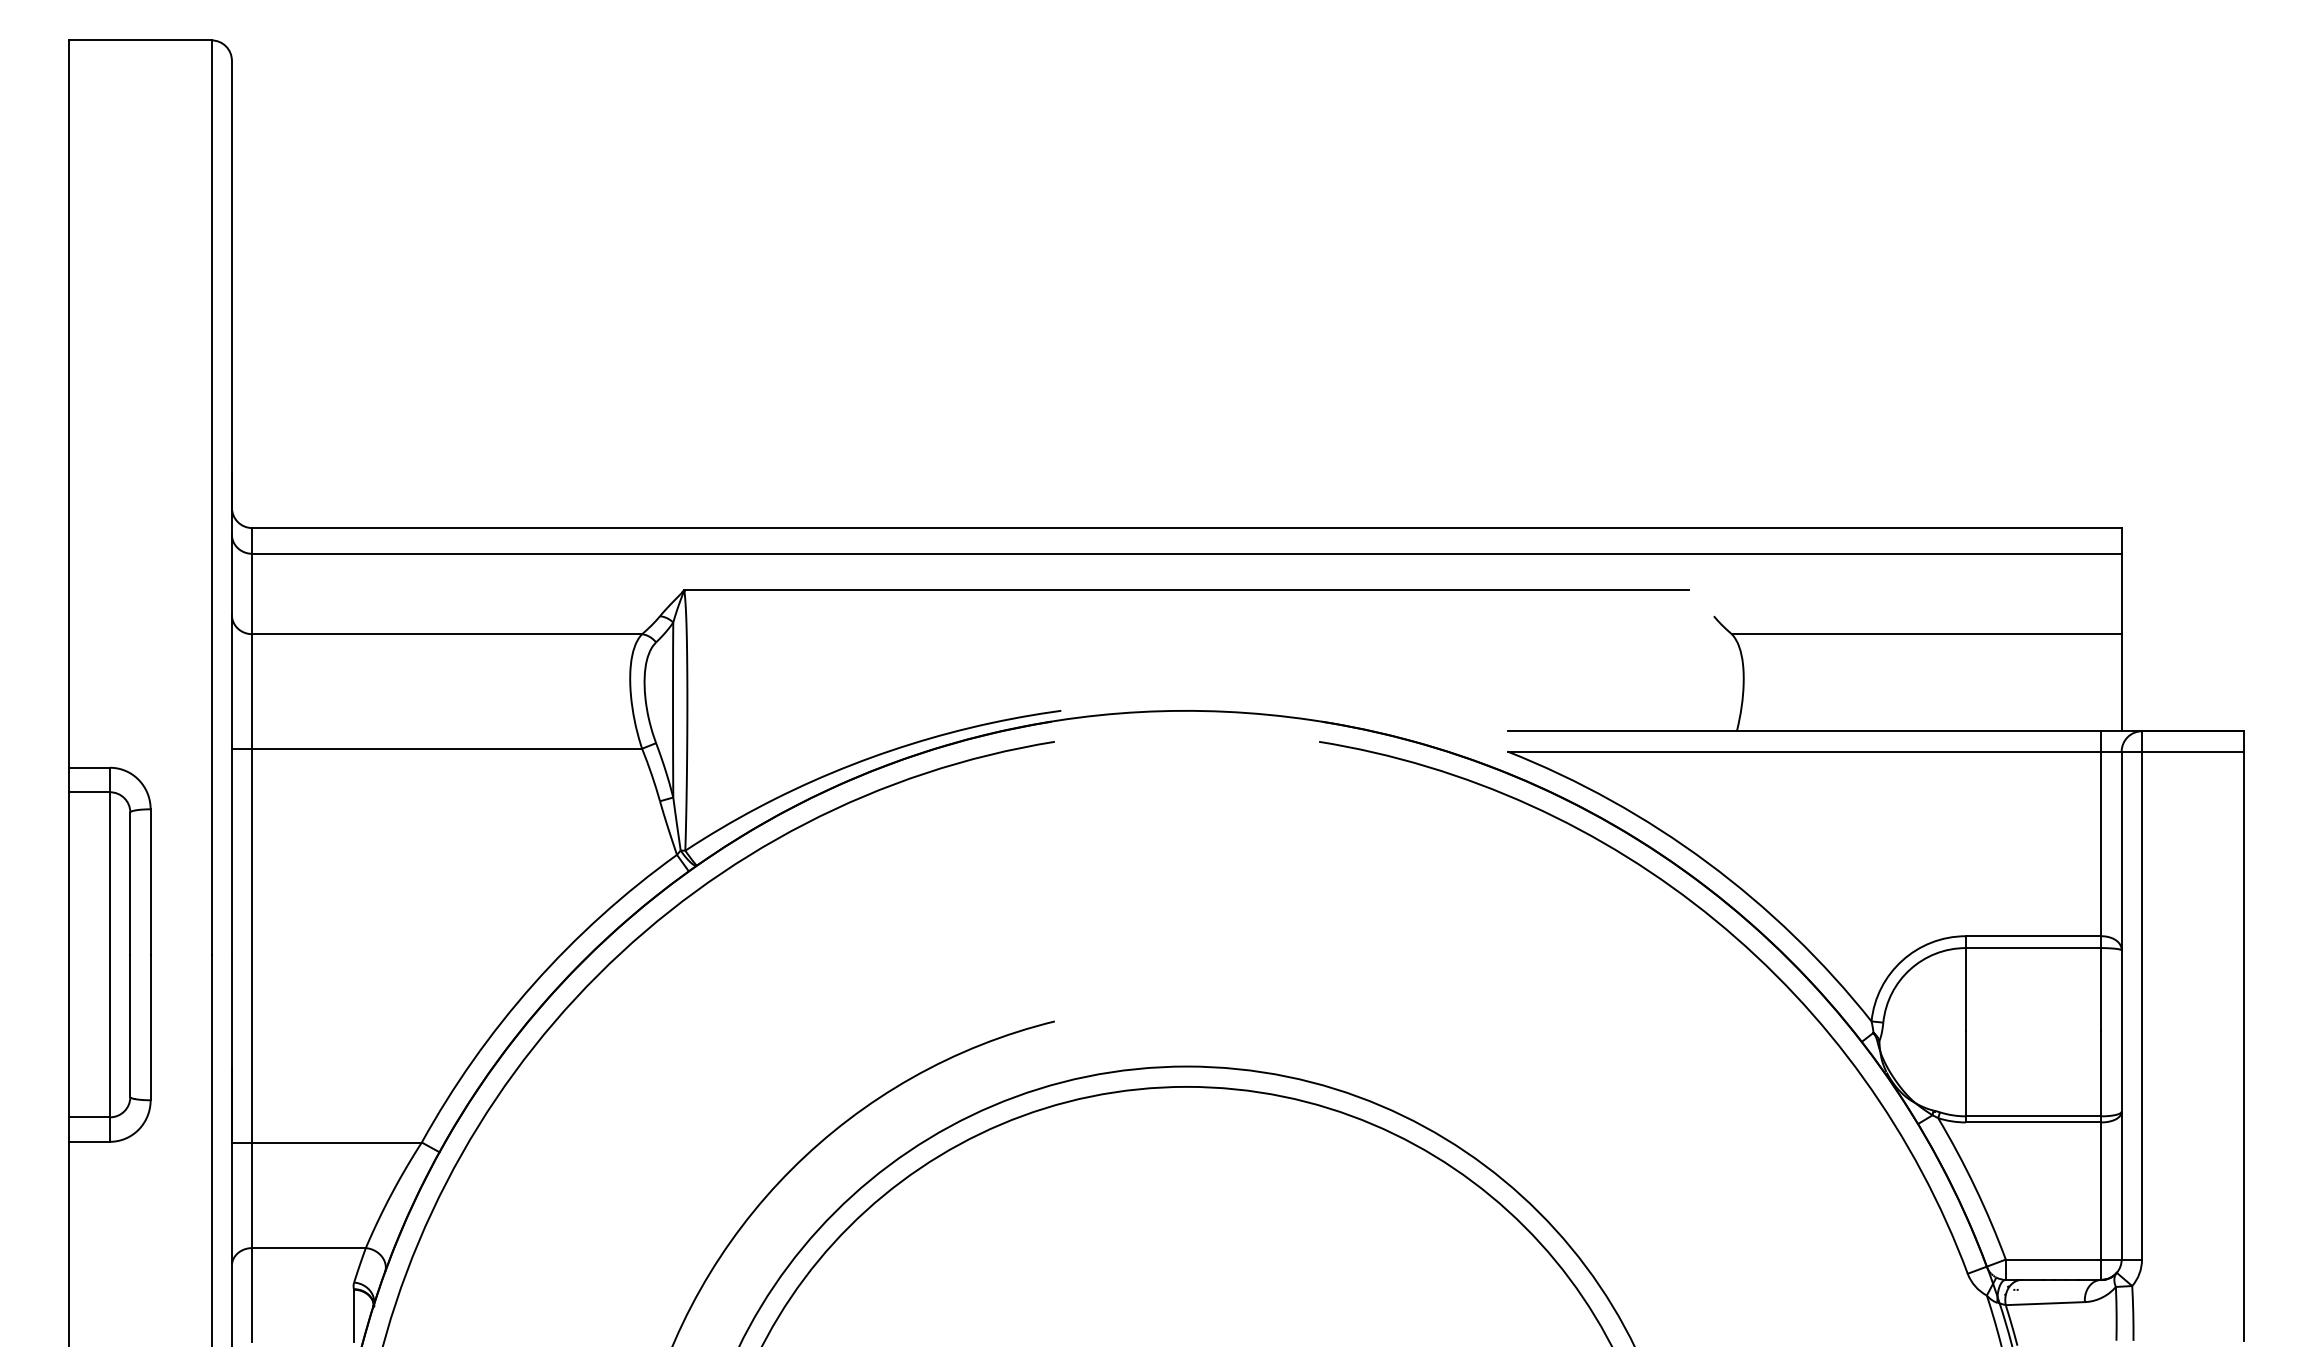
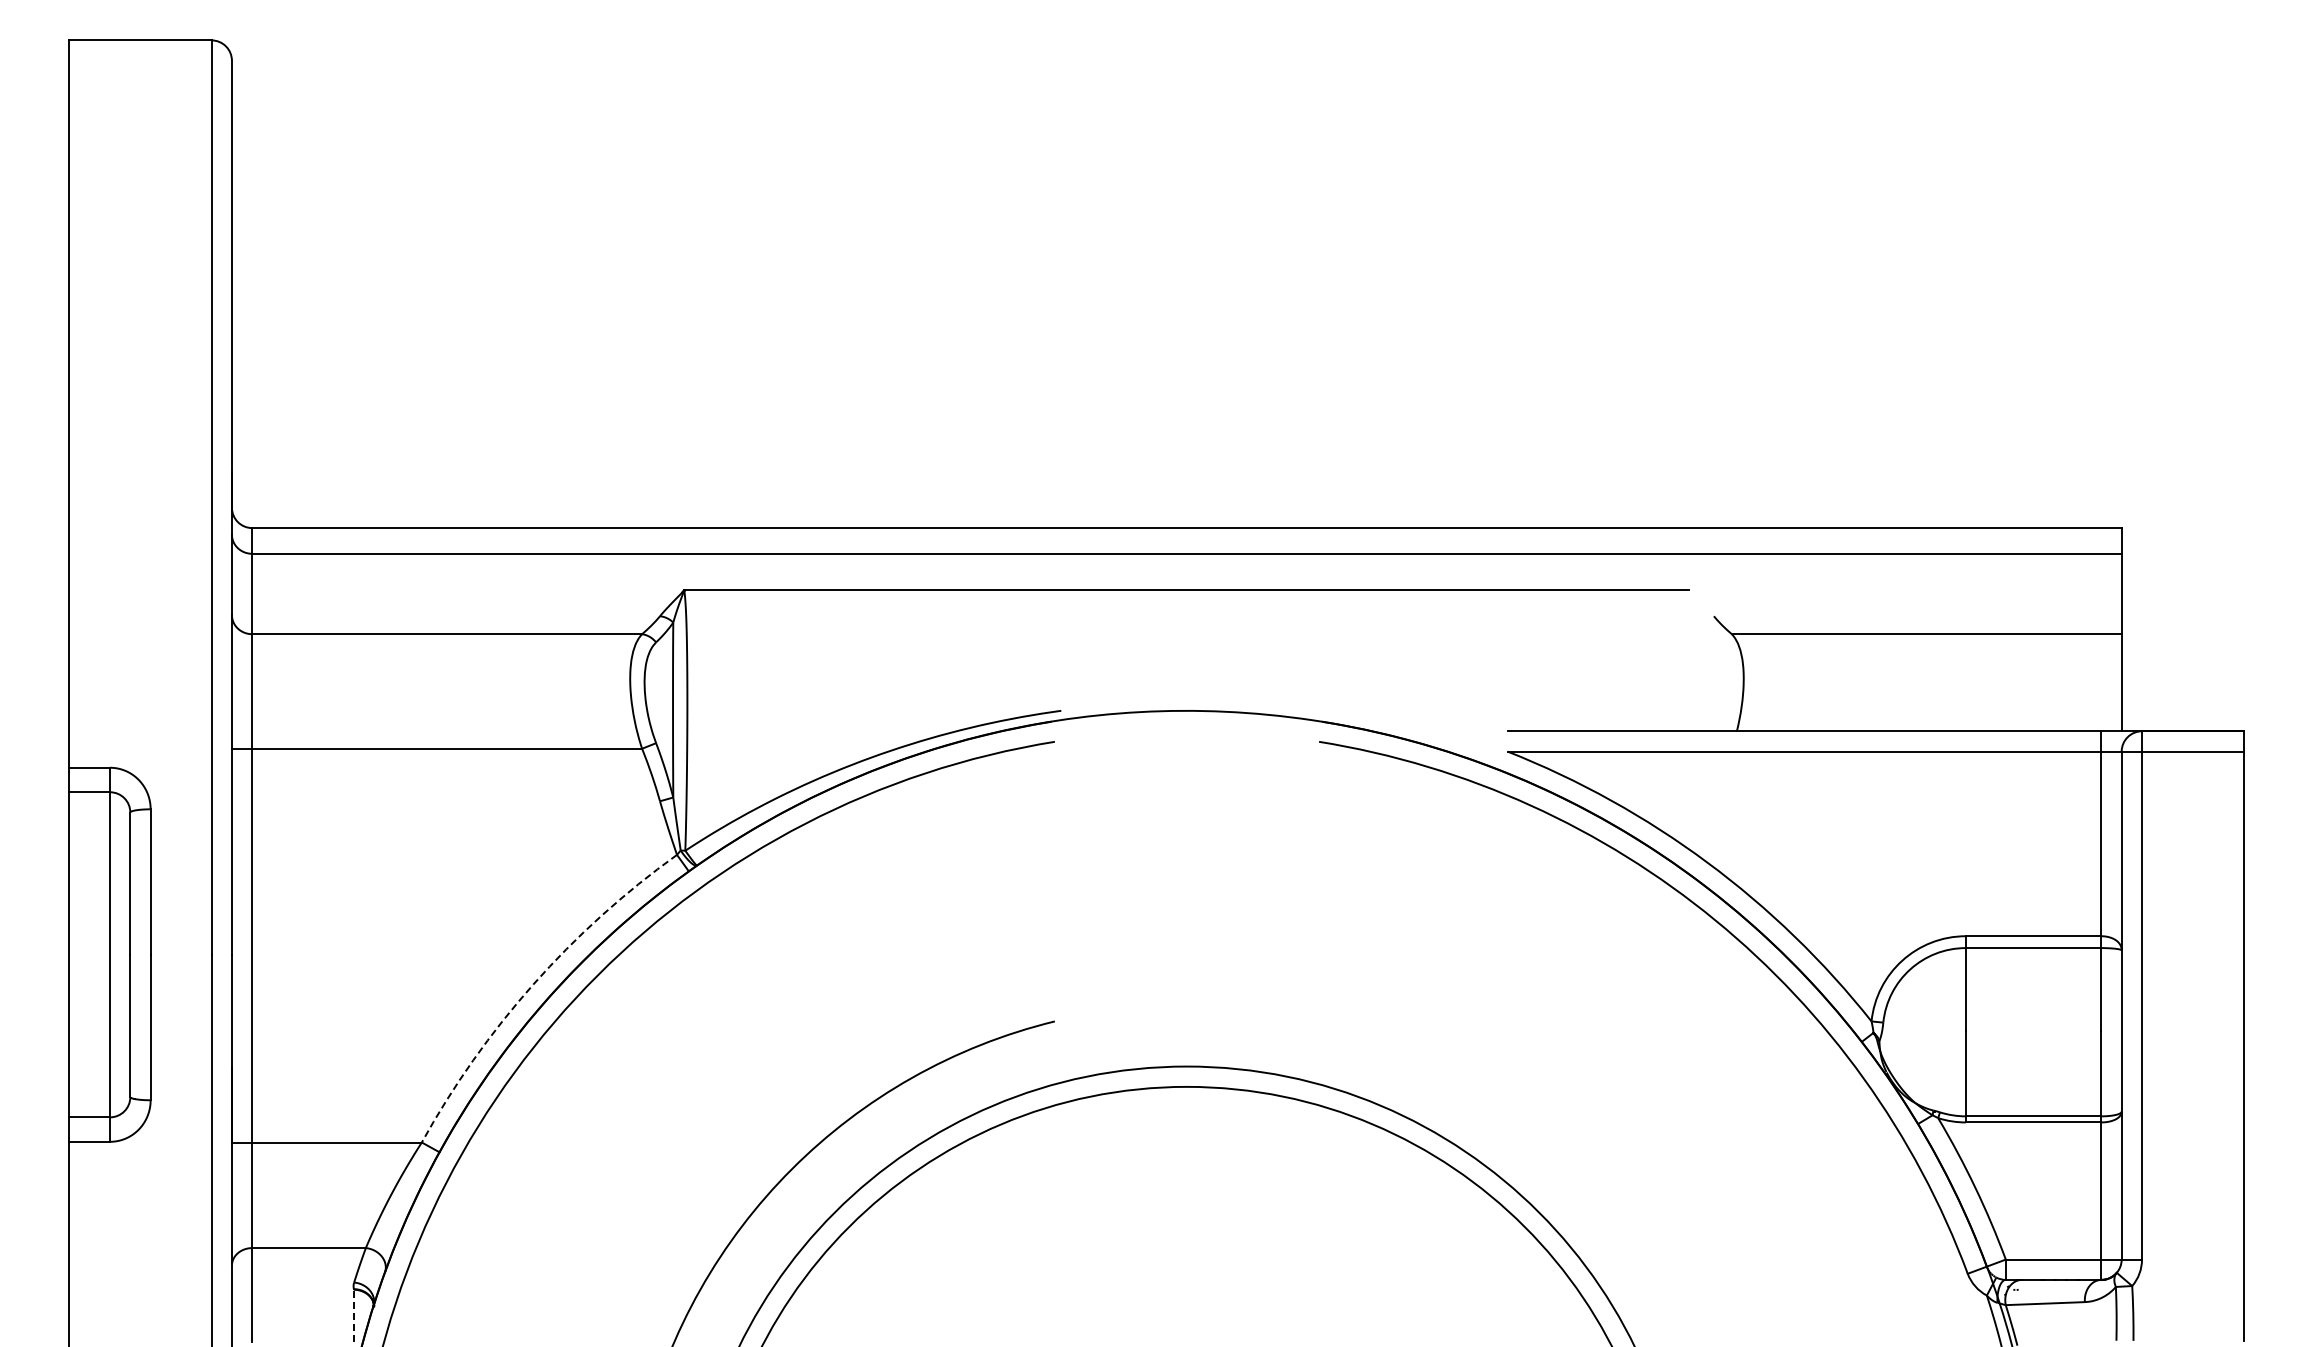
arc at (533, 984): solid -> dashed
line at (353, 1315): solid -> dashed
